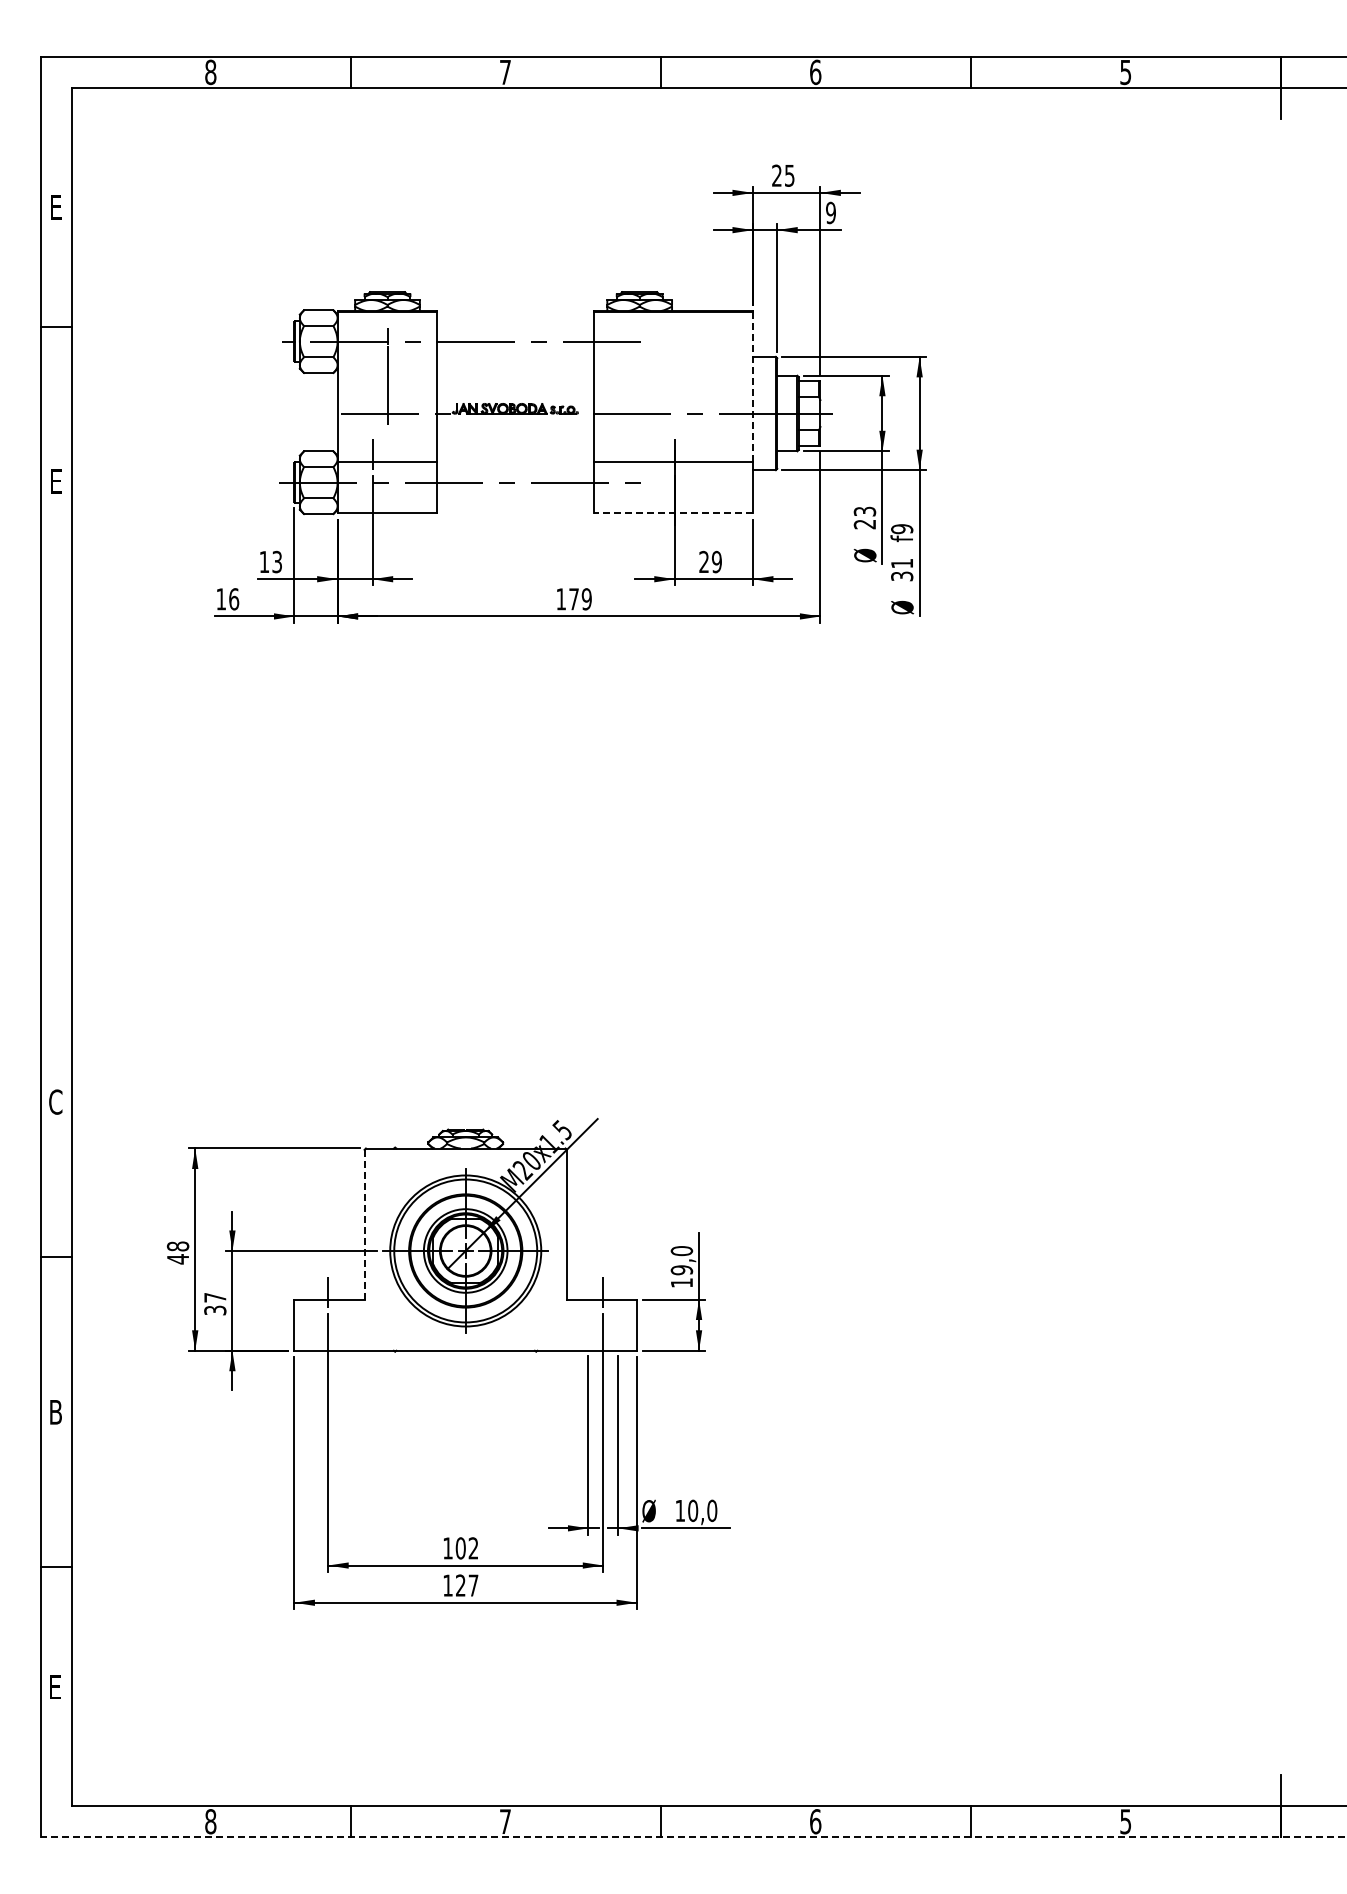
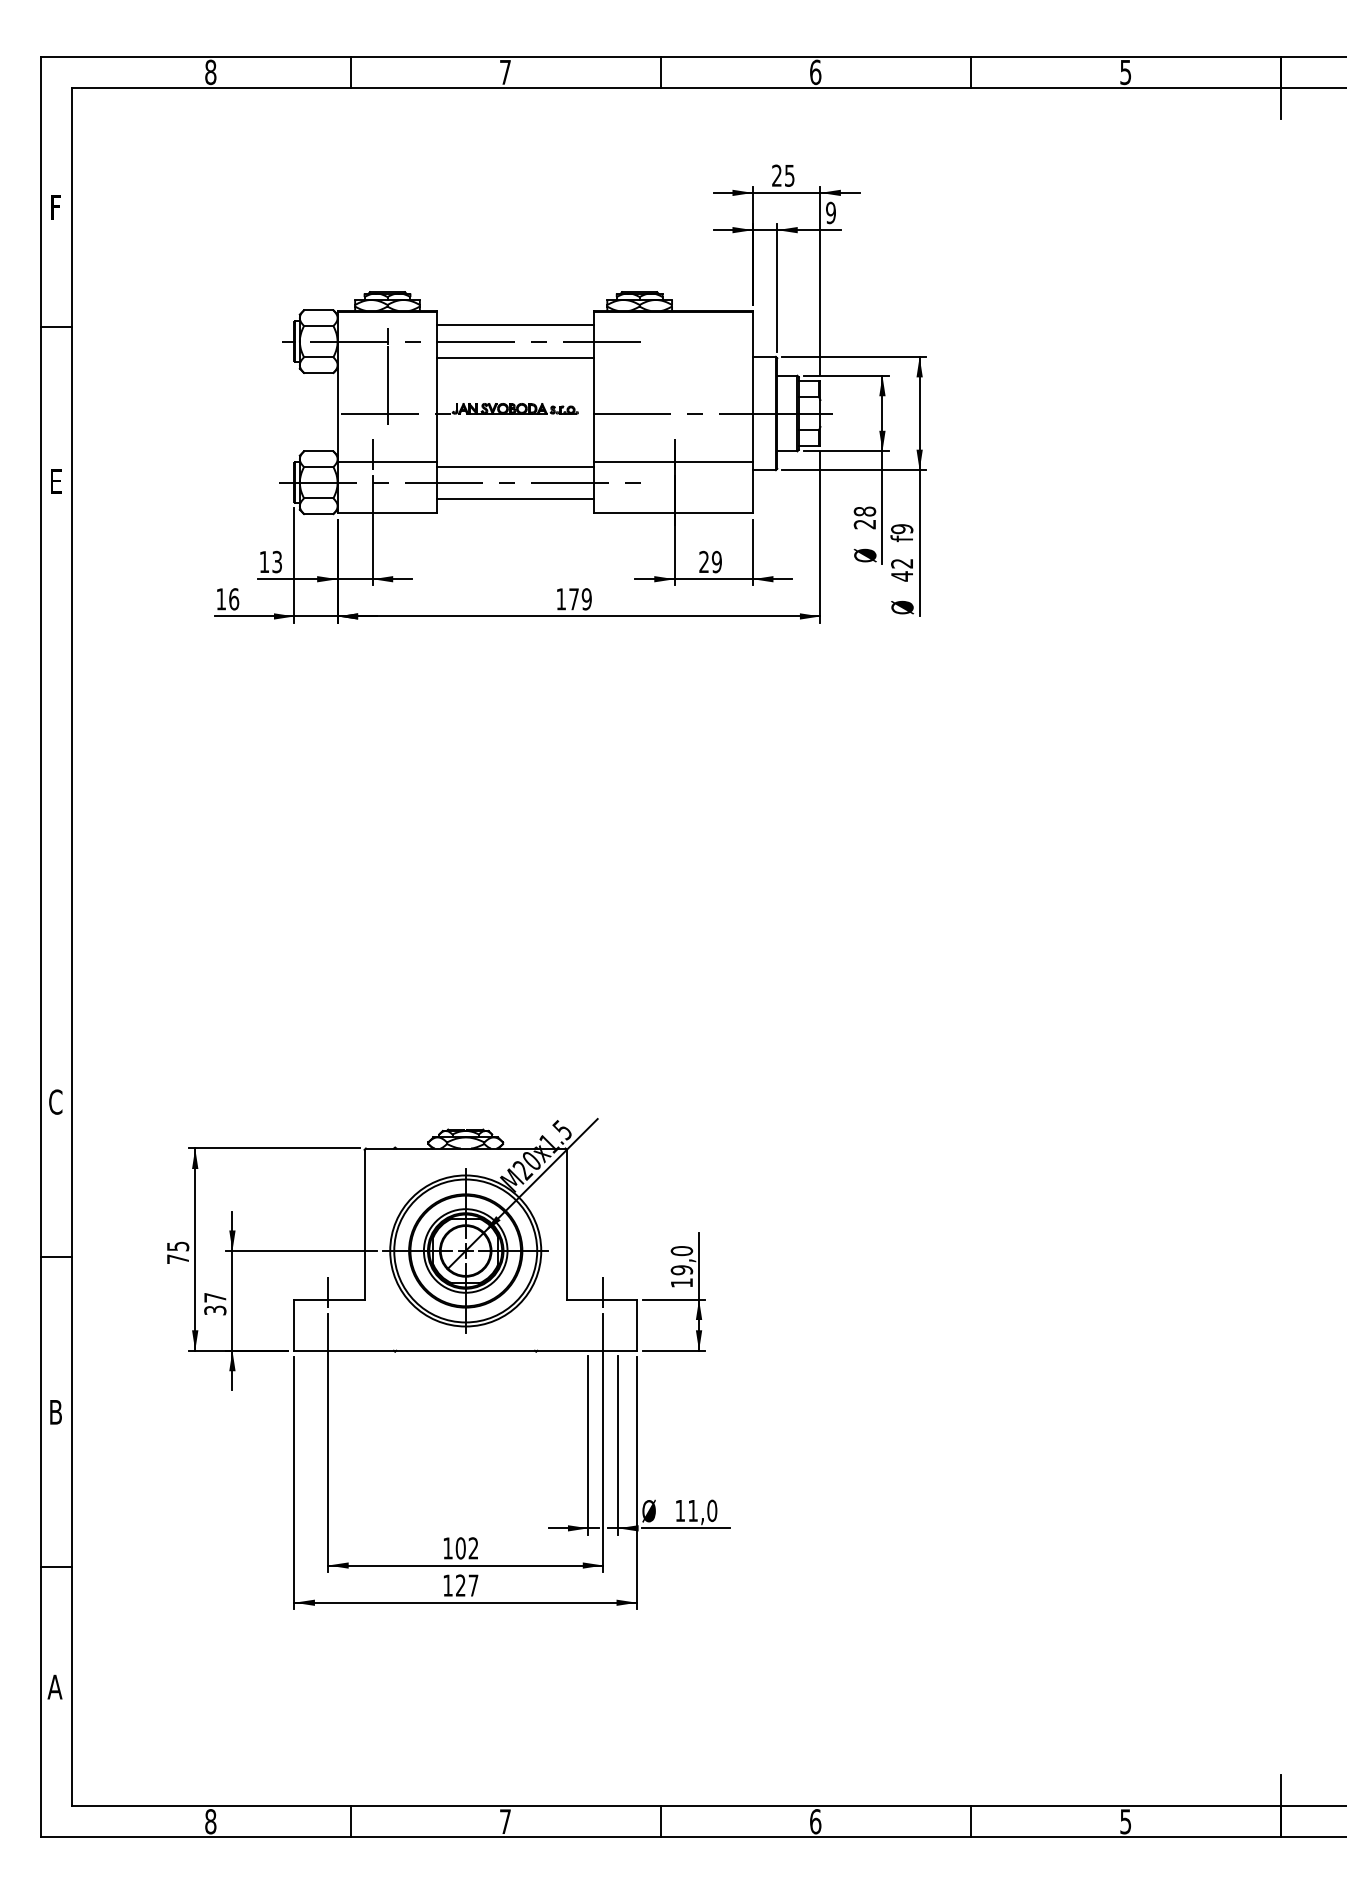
text at (57, 208): E -> F
line at (515, 325): none -> present
line at (515, 357): none -> present
line at (752, 387): dashed -> solid
line at (515, 466): none -> present
line at (515, 498): none -> present
text at (864, 511): 23 -> 28
line at (673, 513): dashed -> solid
text at (902, 570): 31 -> 42
line at (364, 1224): dashed -> solid
text at (177, 1252): 48 -> 75
text at (693, 1510): 10,0 -> 11,0
text at (54, 1686): E -> A
line at (693, 1837): dashed -> solid
